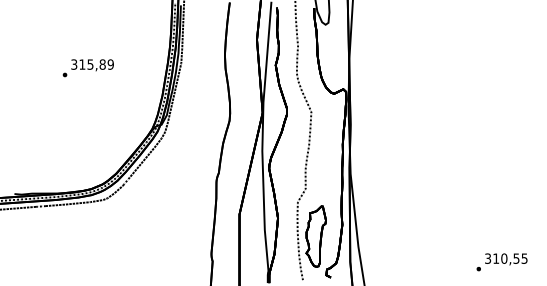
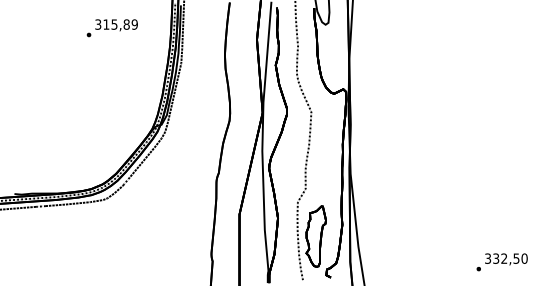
text at (87, 68) position: (87, 68) -> (111, 28)
text at (510, 258): 310,55 -> 332,50
